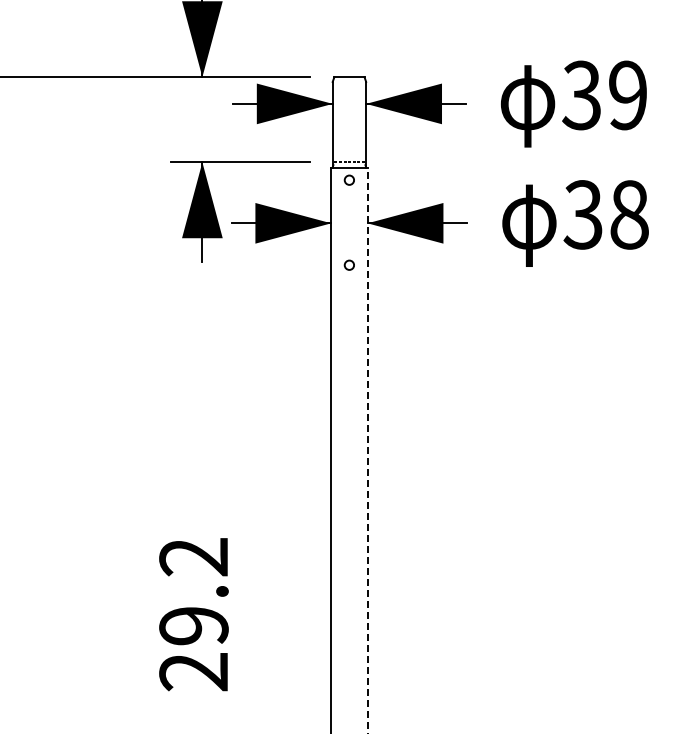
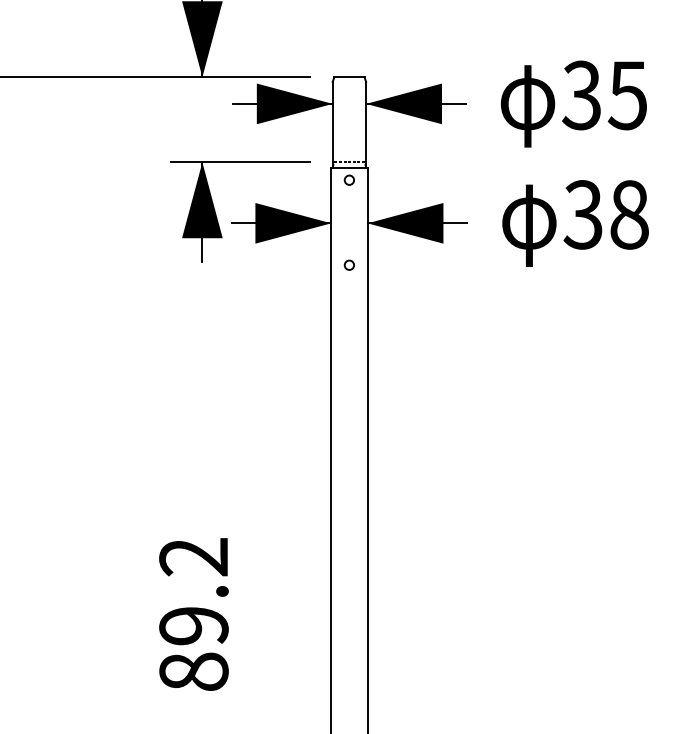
text at (626, 95): 39 -> 35
line at (367, 450): dashed -> solid
text at (193, 671): 29.2 -> 89.2
